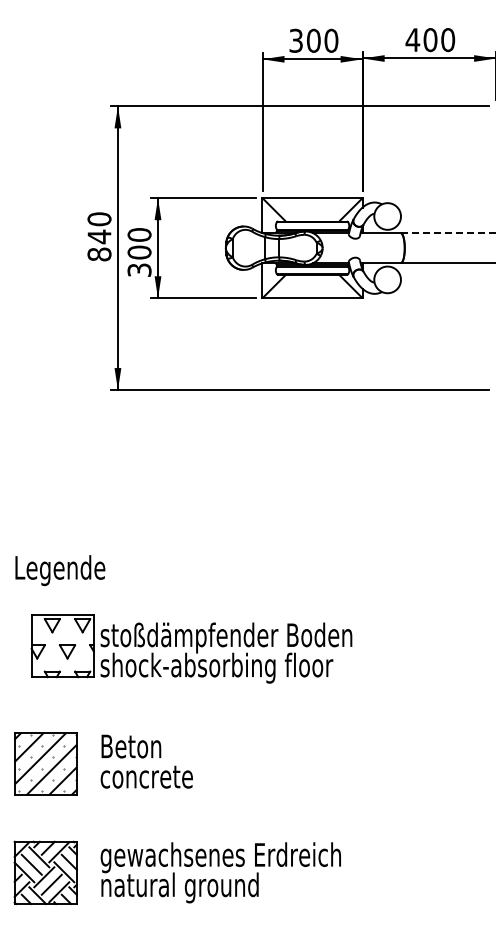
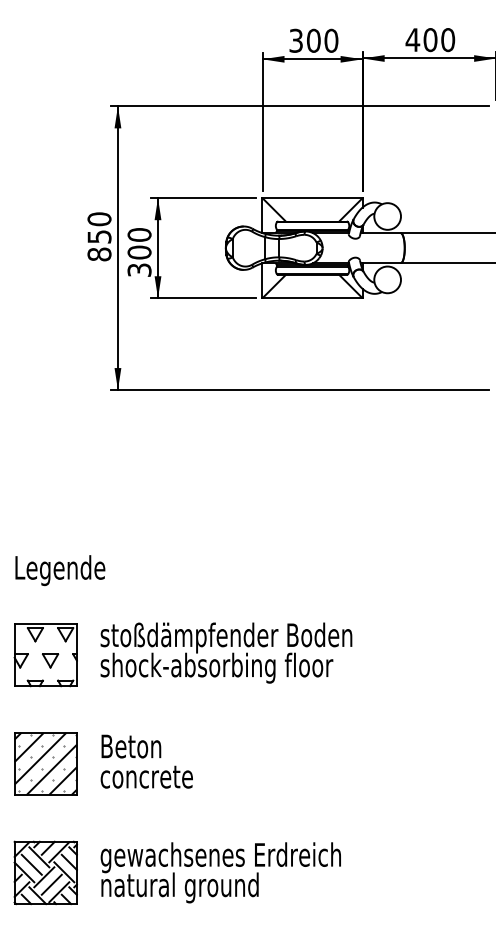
line at (447, 233): dashed -> solid
text at (99, 236): 840 -> 850
part at (62, 646) position: (62, 646) -> (45, 655)
